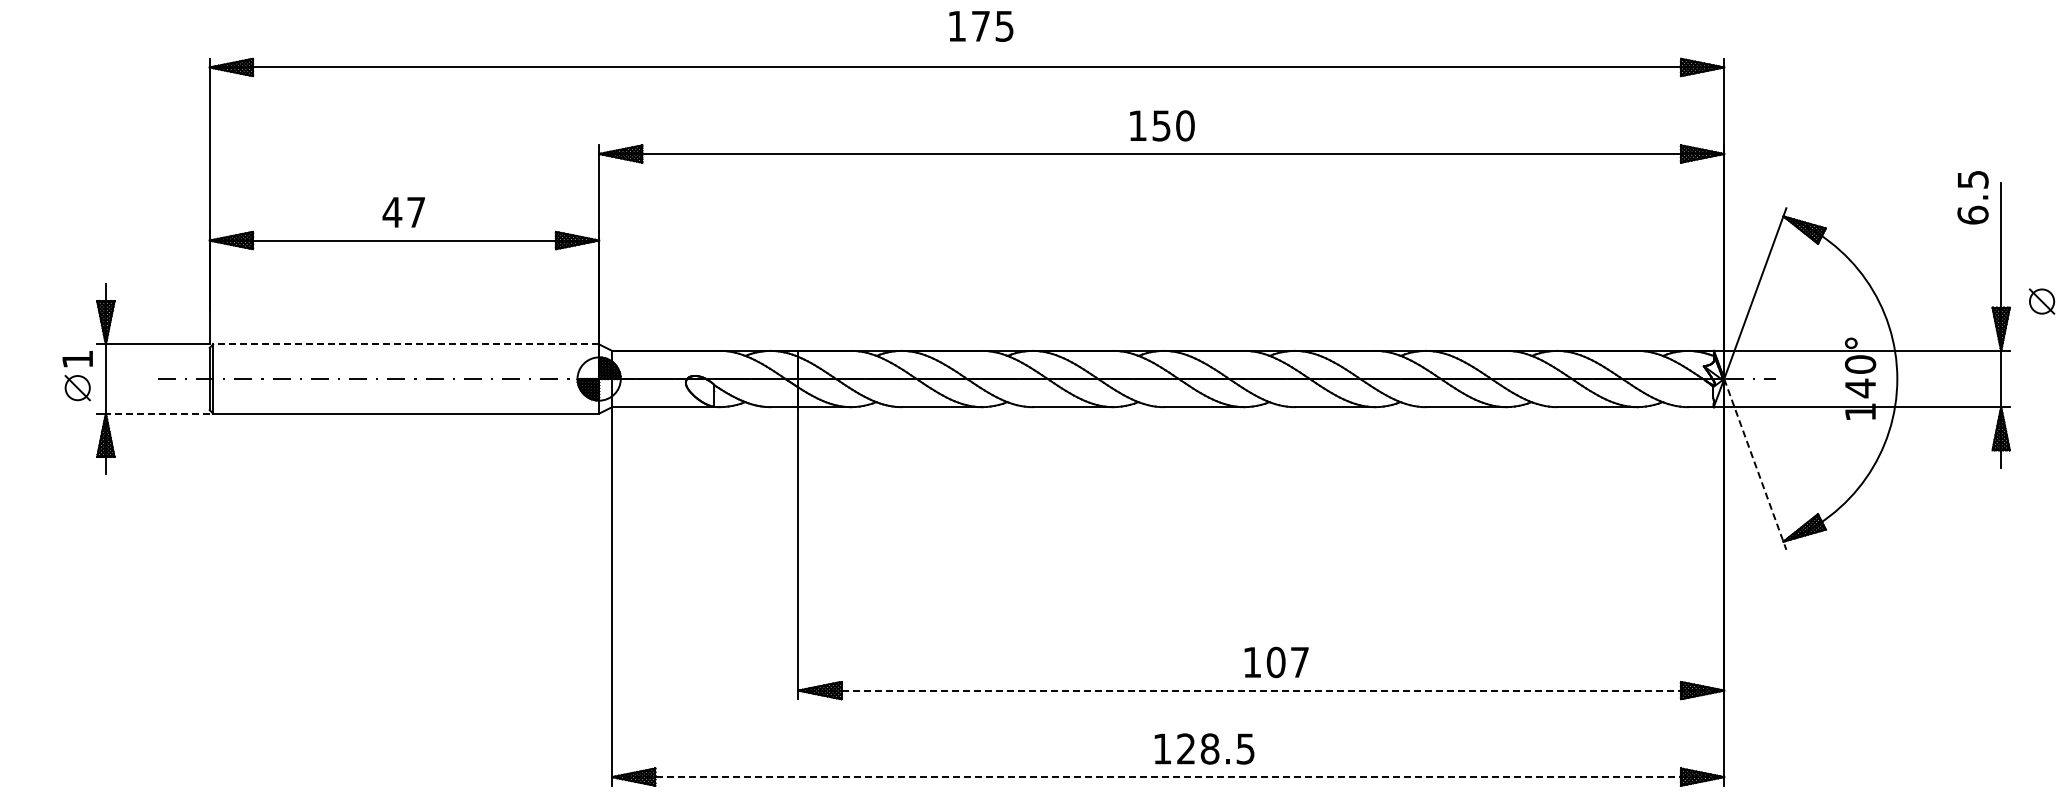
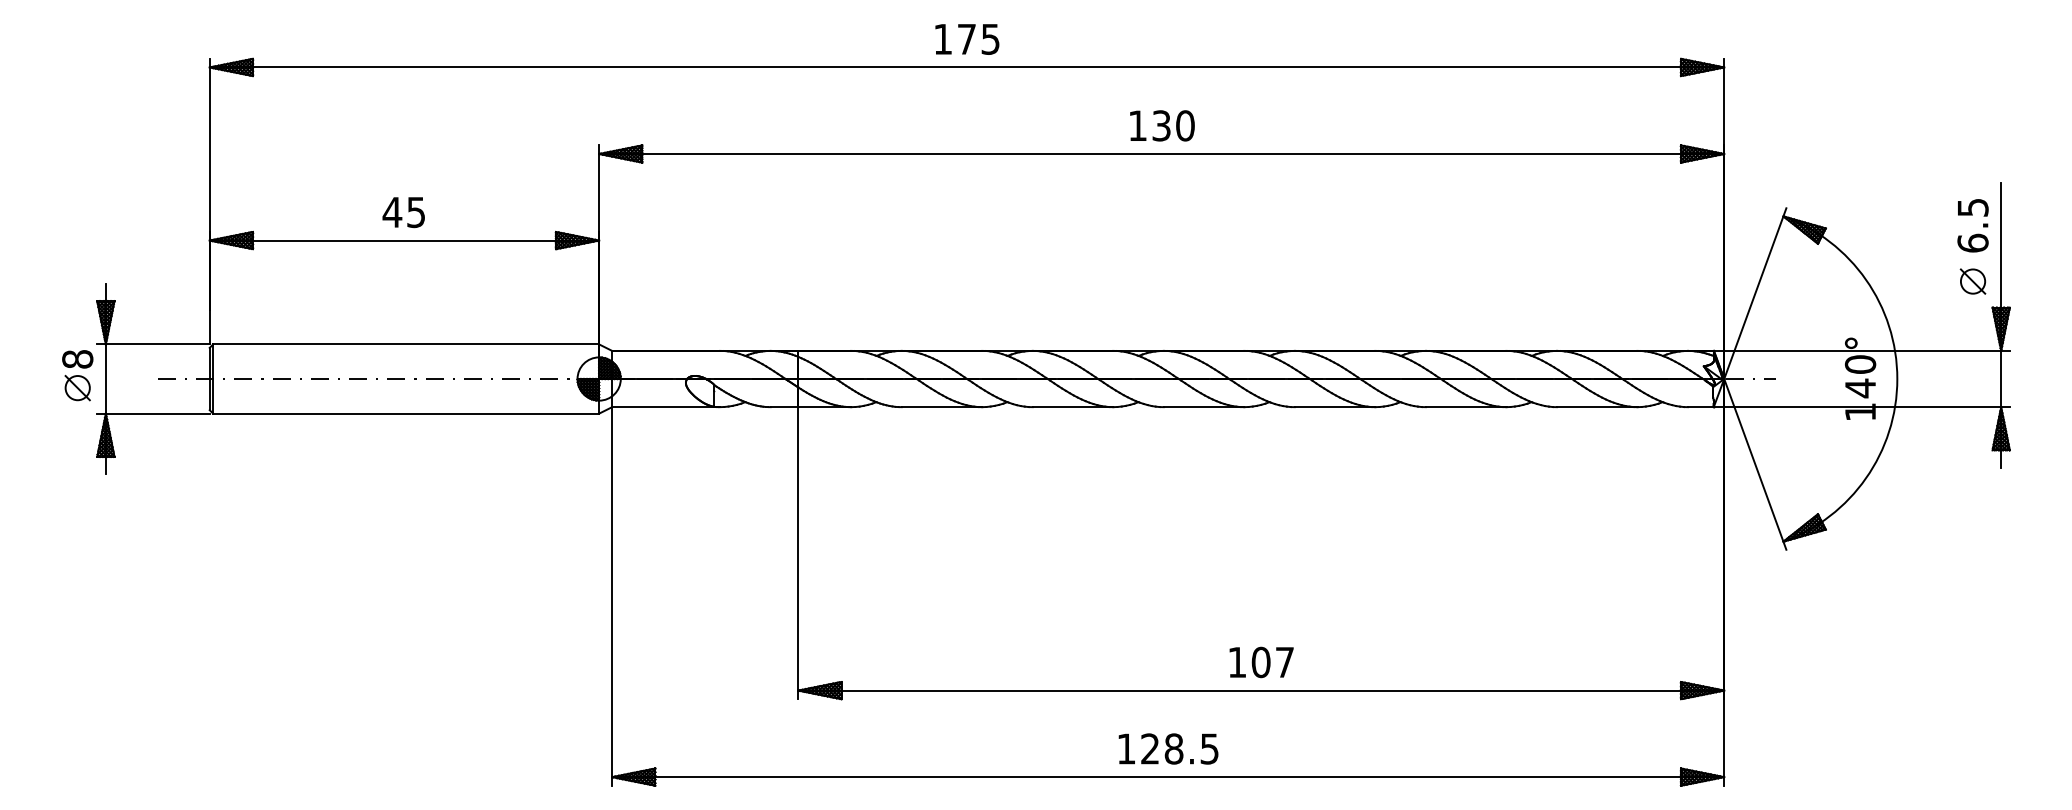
text at (981, 26) position: (981, 26) -> (967, 39)
text at (1161, 125): 150 -> 130
text at (1972, 197) position: (1972, 197) -> (1972, 225)
text at (415, 212): 47 -> 45
part at (2041, 301) position: (2041, 301) -> (1972, 281)
line at (406, 344): dashed -> solid
text at (77, 359): 1 -> 8
line at (157, 413): dashed -> solid
line at (1755, 464): dashed -> solid
text at (1276, 662) position: (1276, 662) -> (1261, 662)
line at (1261, 690): dashed -> solid
text at (1204, 748) position: (1204, 748) -> (1168, 748)
line at (1168, 777): dashed -> solid
